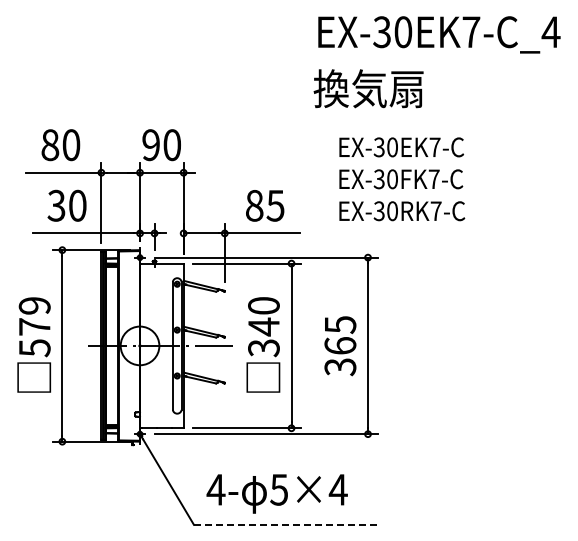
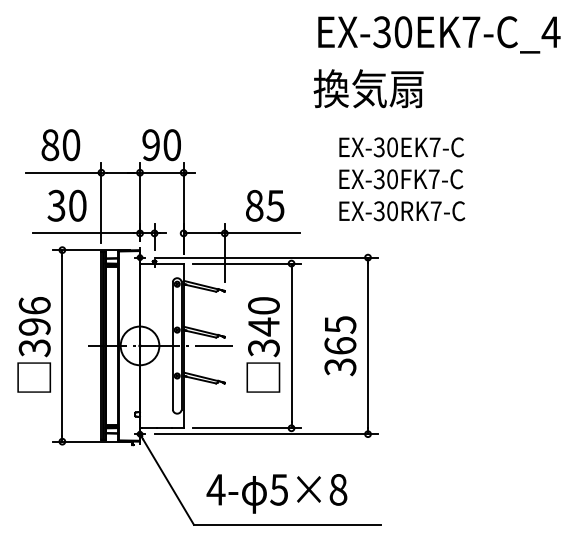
text at (34, 326): 579 -> 396
text at (337, 489): 5×4 -> 5×8
line at (287, 524): dashed -> solid
